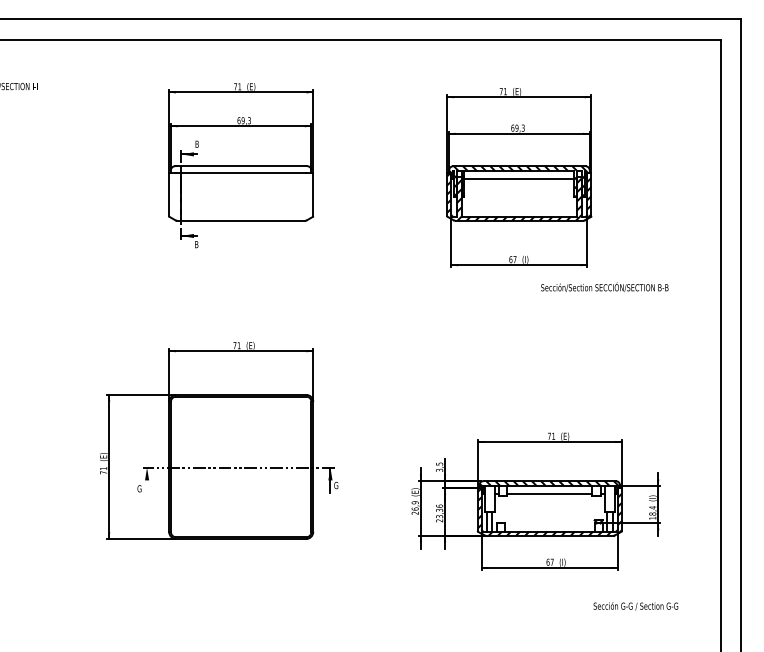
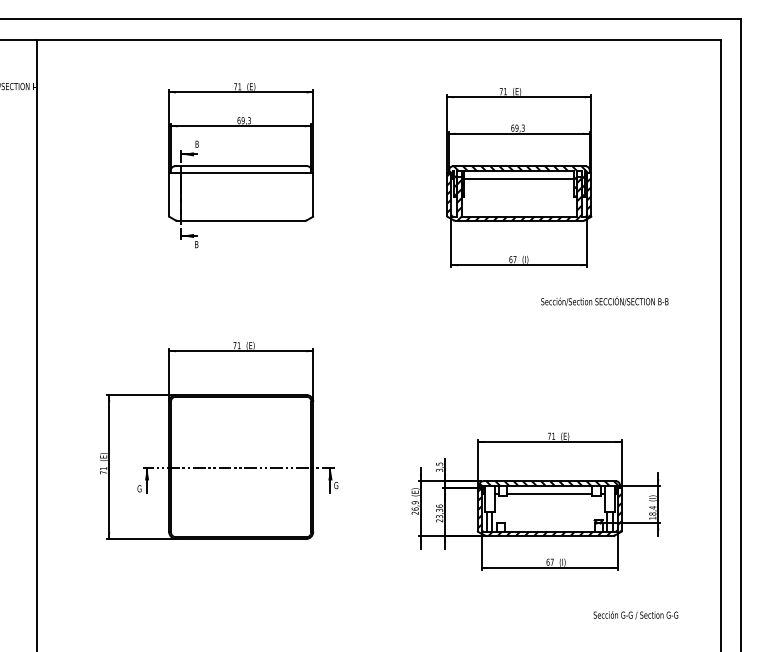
text at (604, 287) position: (604, 287) -> (604, 301)
line at (36, 343): none -> present
line at (147, 480): none -> present
text at (635, 606) position: (635, 606) -> (635, 615)
